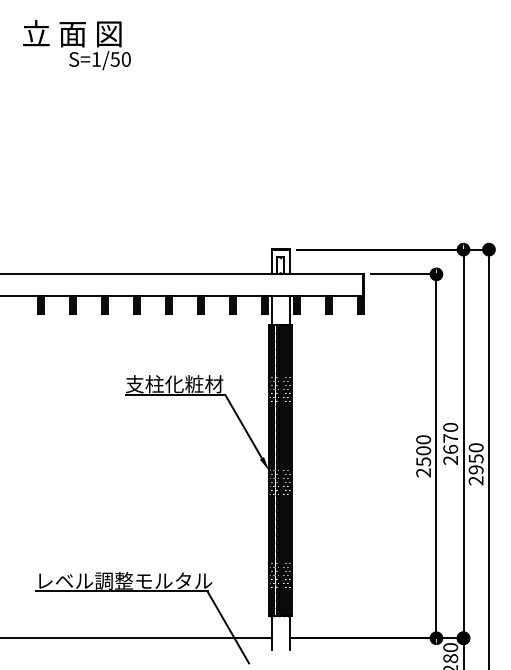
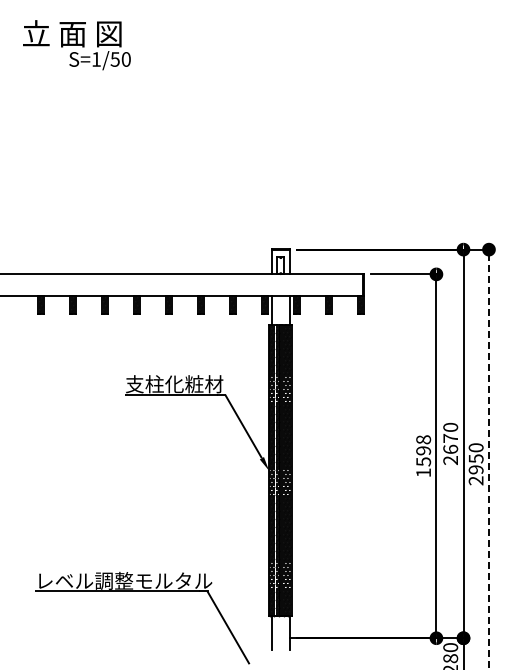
text at (423, 456): 2500 -> 1598
line at (488, 459): solid -> dashed
line at (137, 638): present -> none
